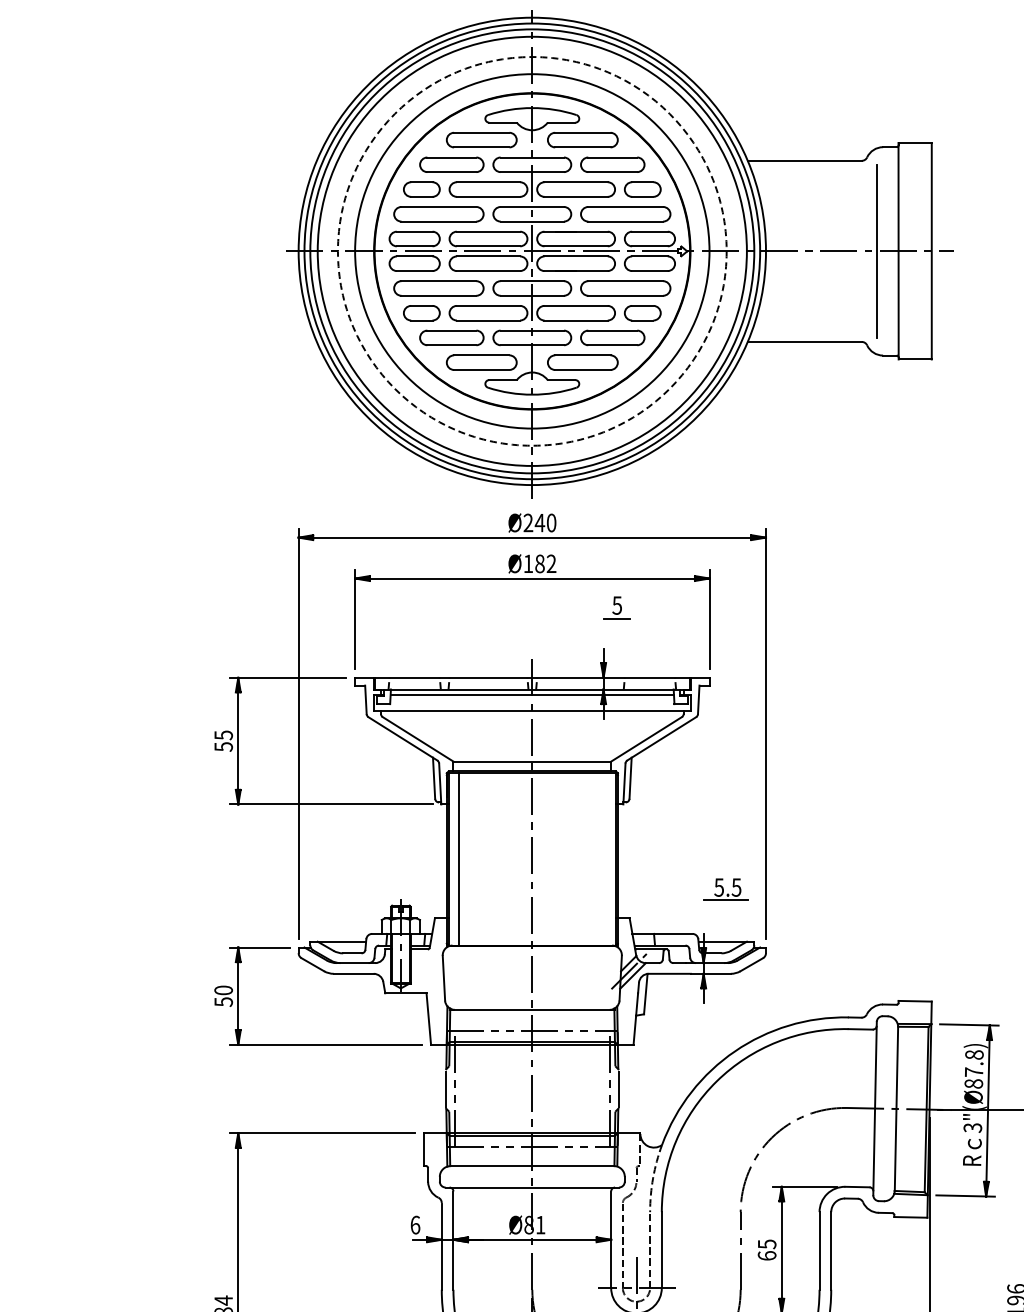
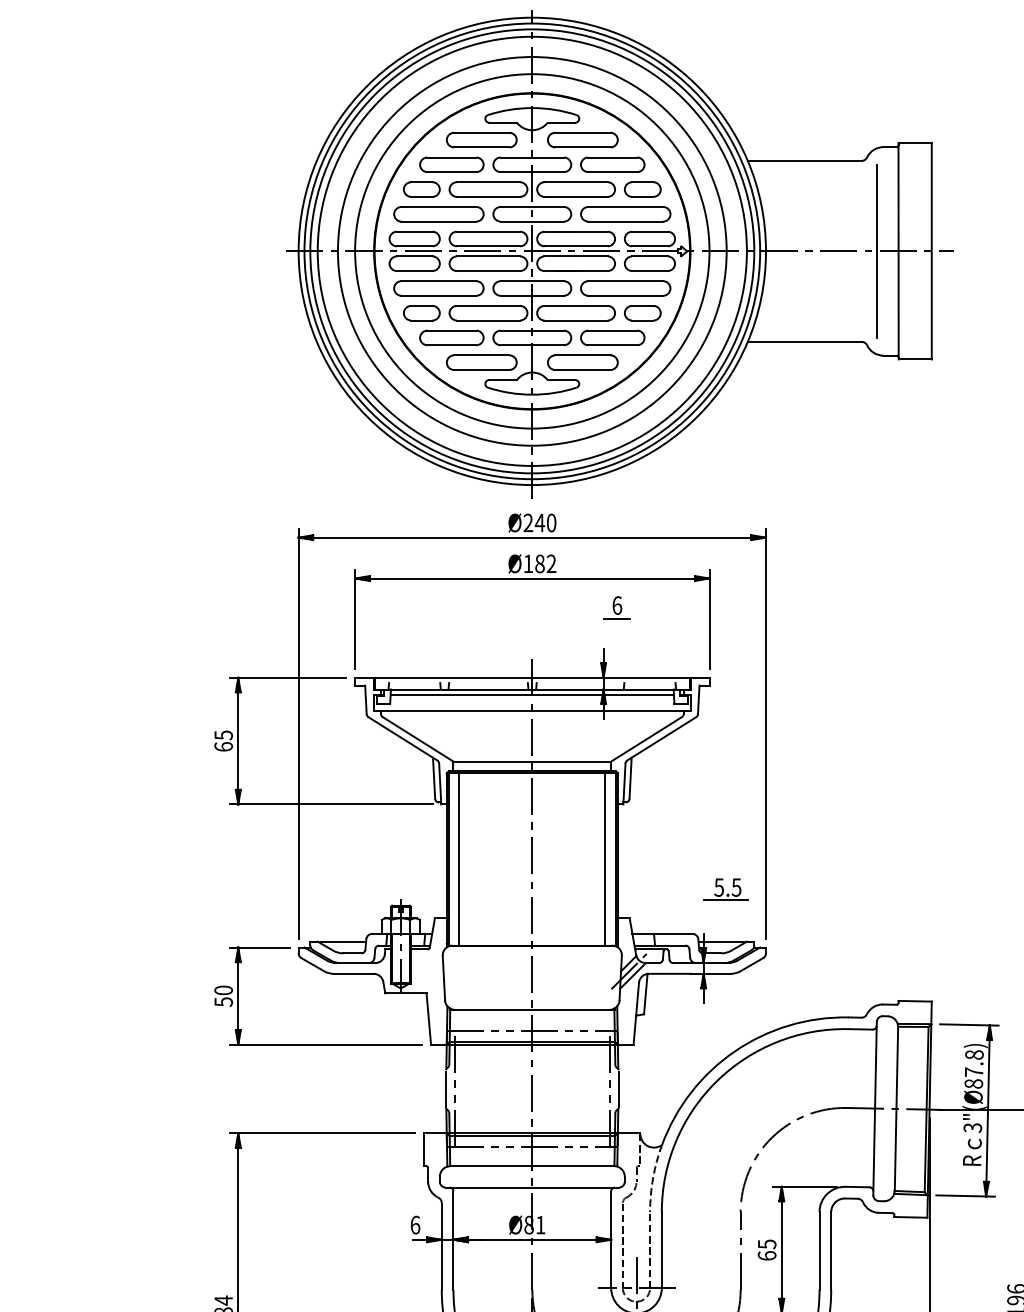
circle at (531, 251): dashed -> solid
text at (617, 605): 5 -> 6
text at (223, 746): 55 -> 65
line at (605, 859): none -> present
